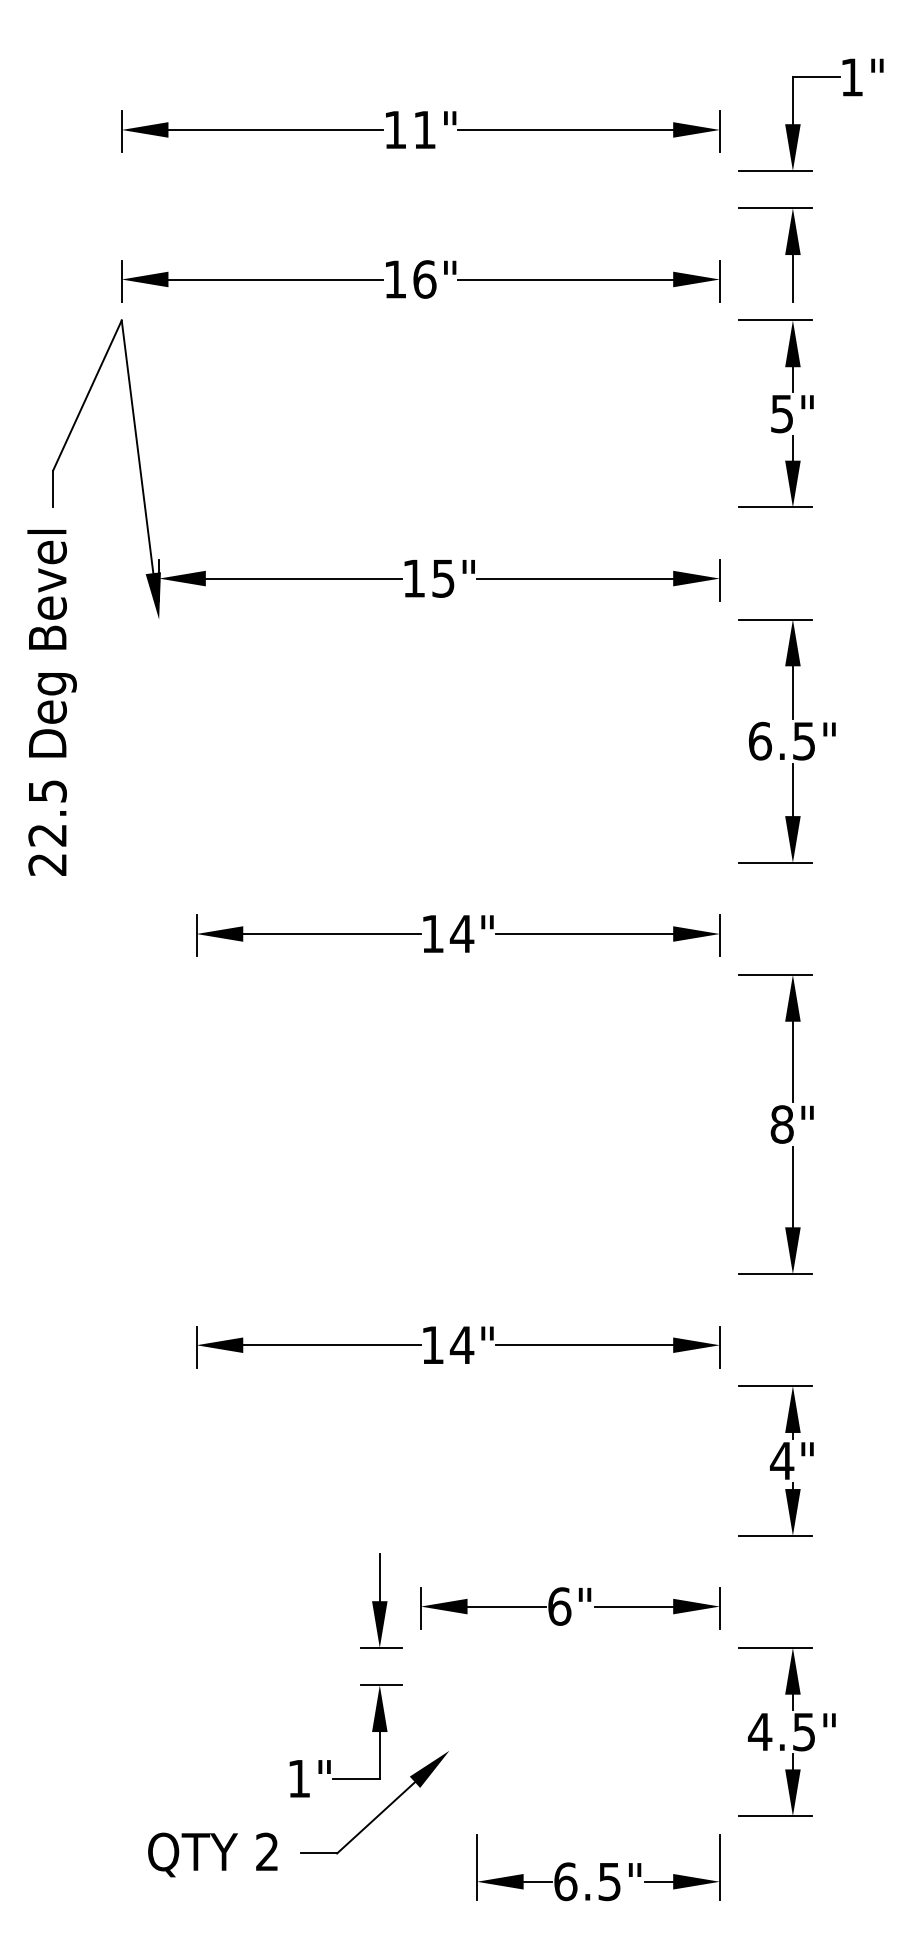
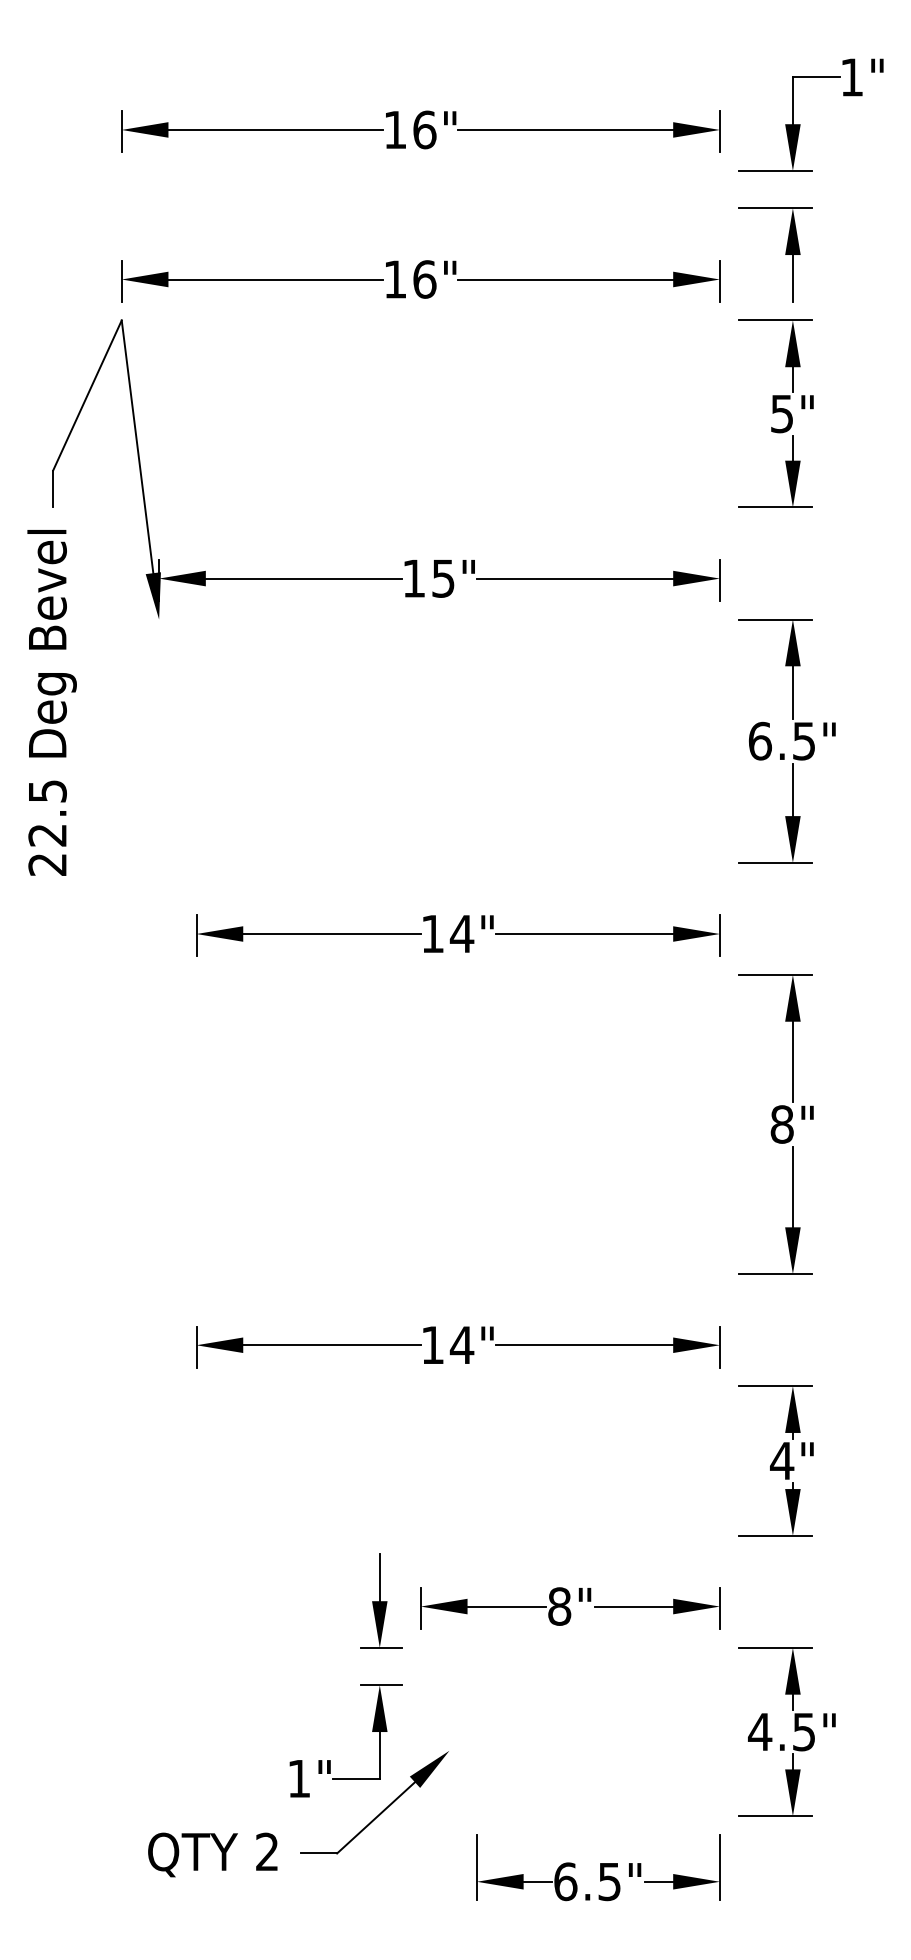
text at (424, 129): 11" -> 16"
text at (559, 1606): 6" -> 8"
